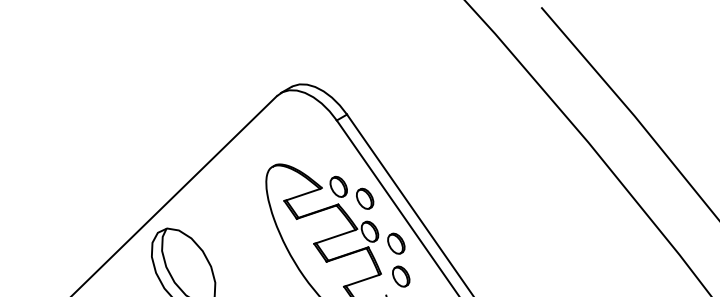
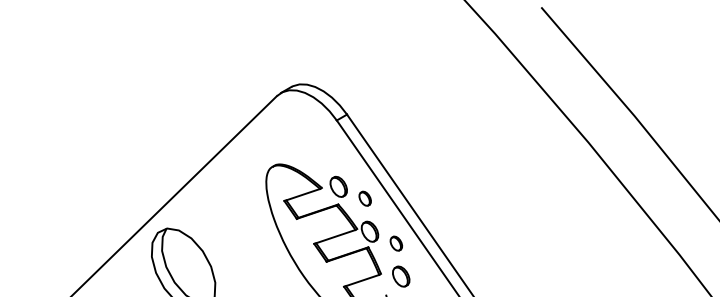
part at (365, 198) size: 19x23 px -> 14x17 px
part at (396, 243) size: 19x23 px -> 15x17 px
